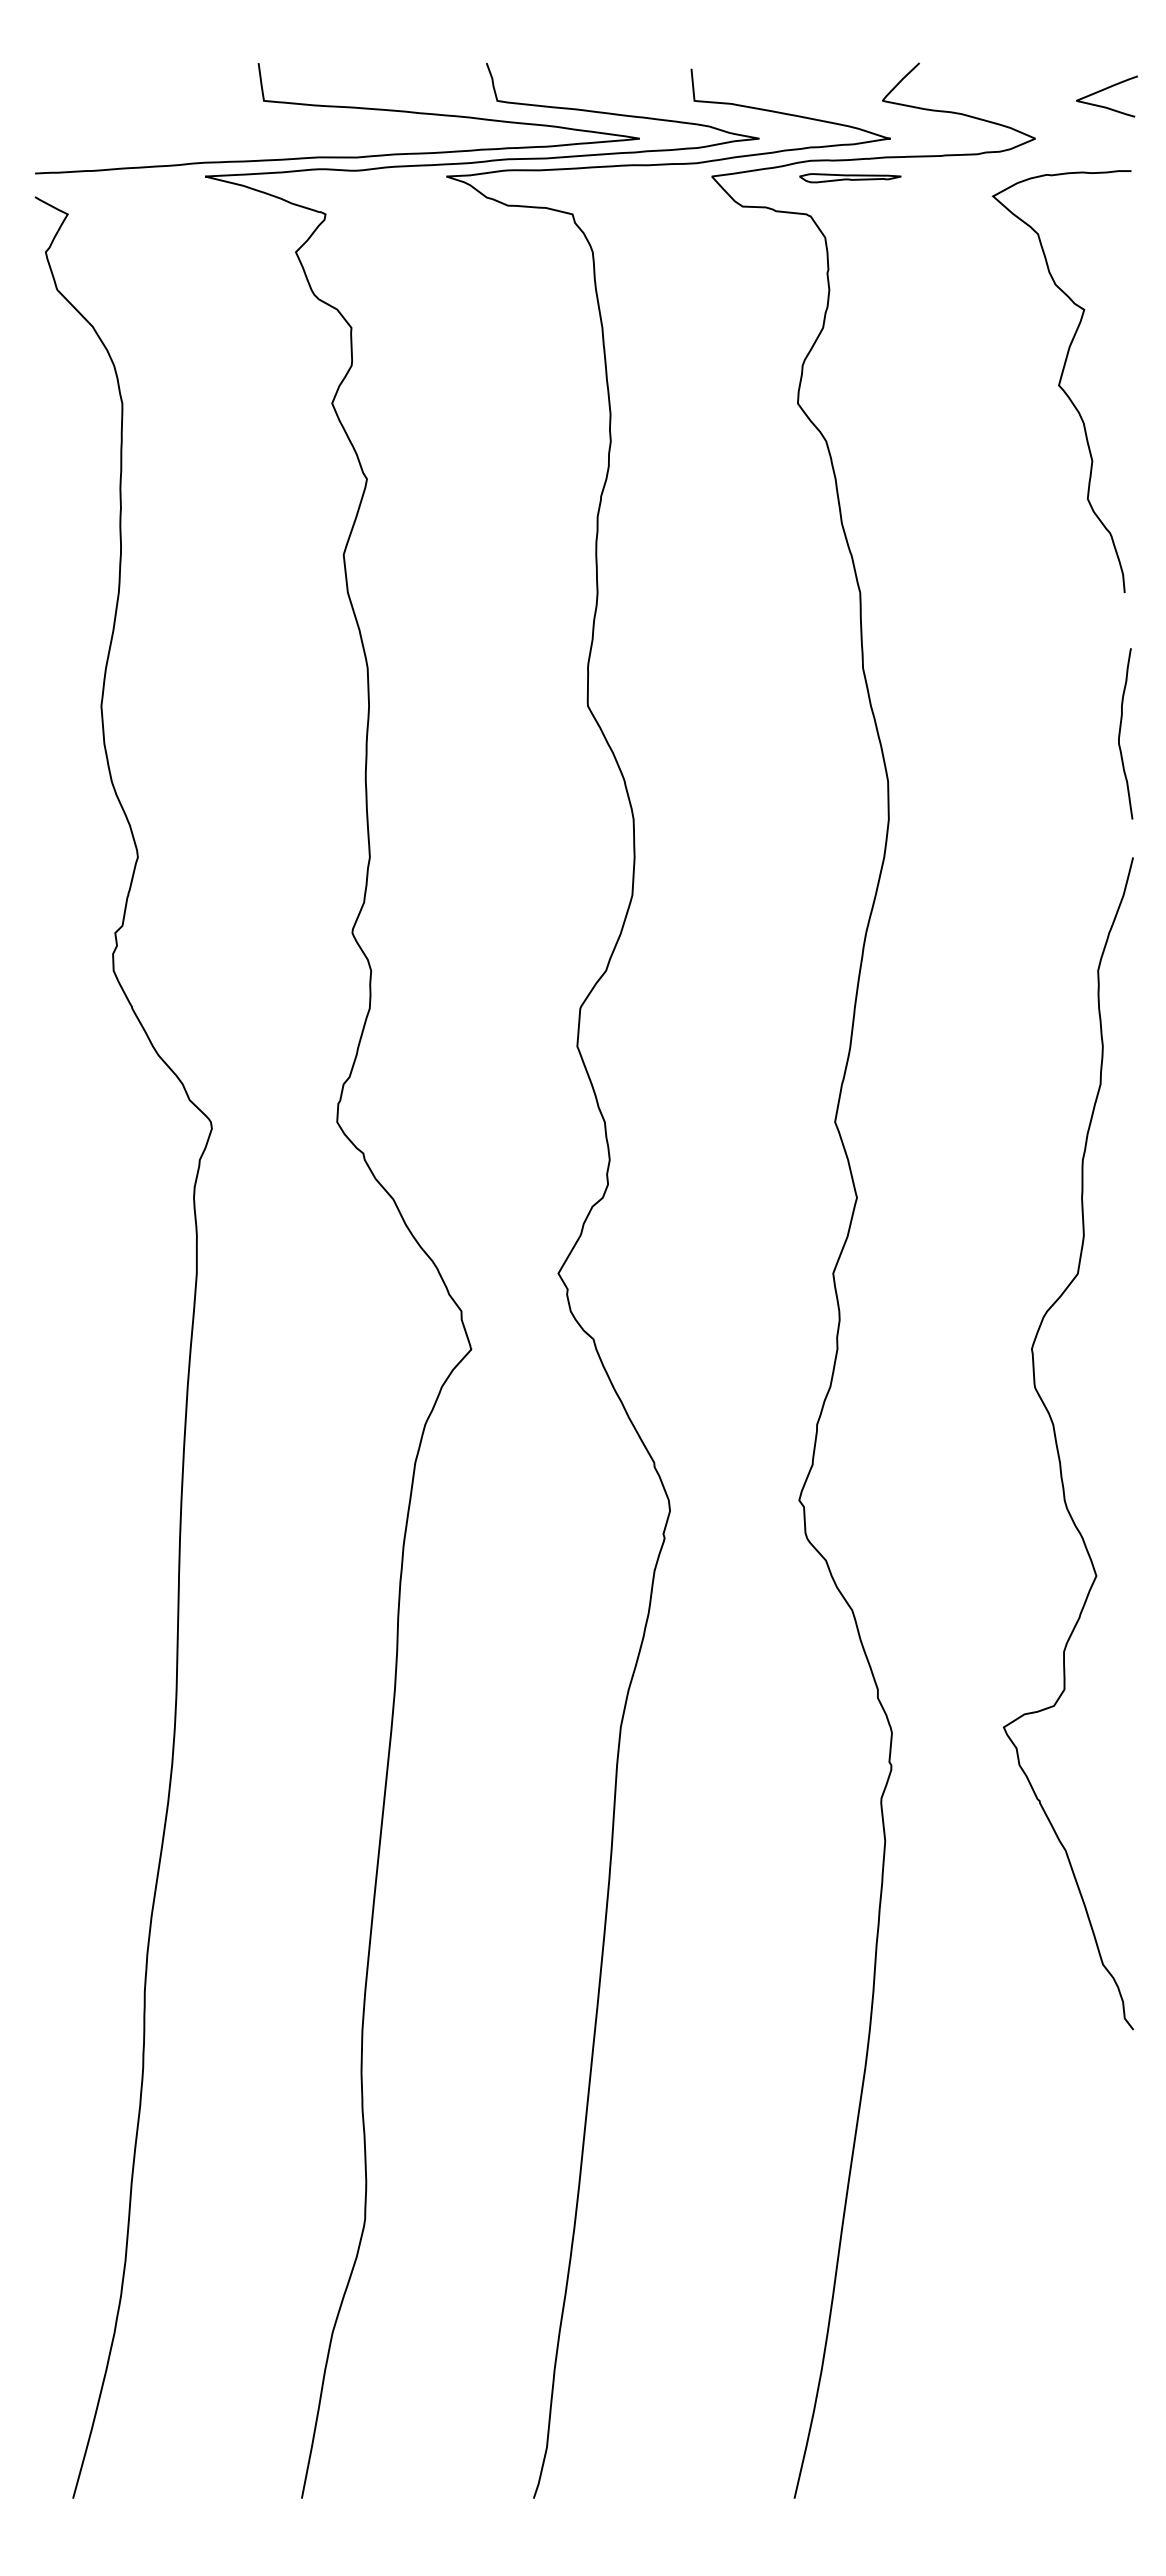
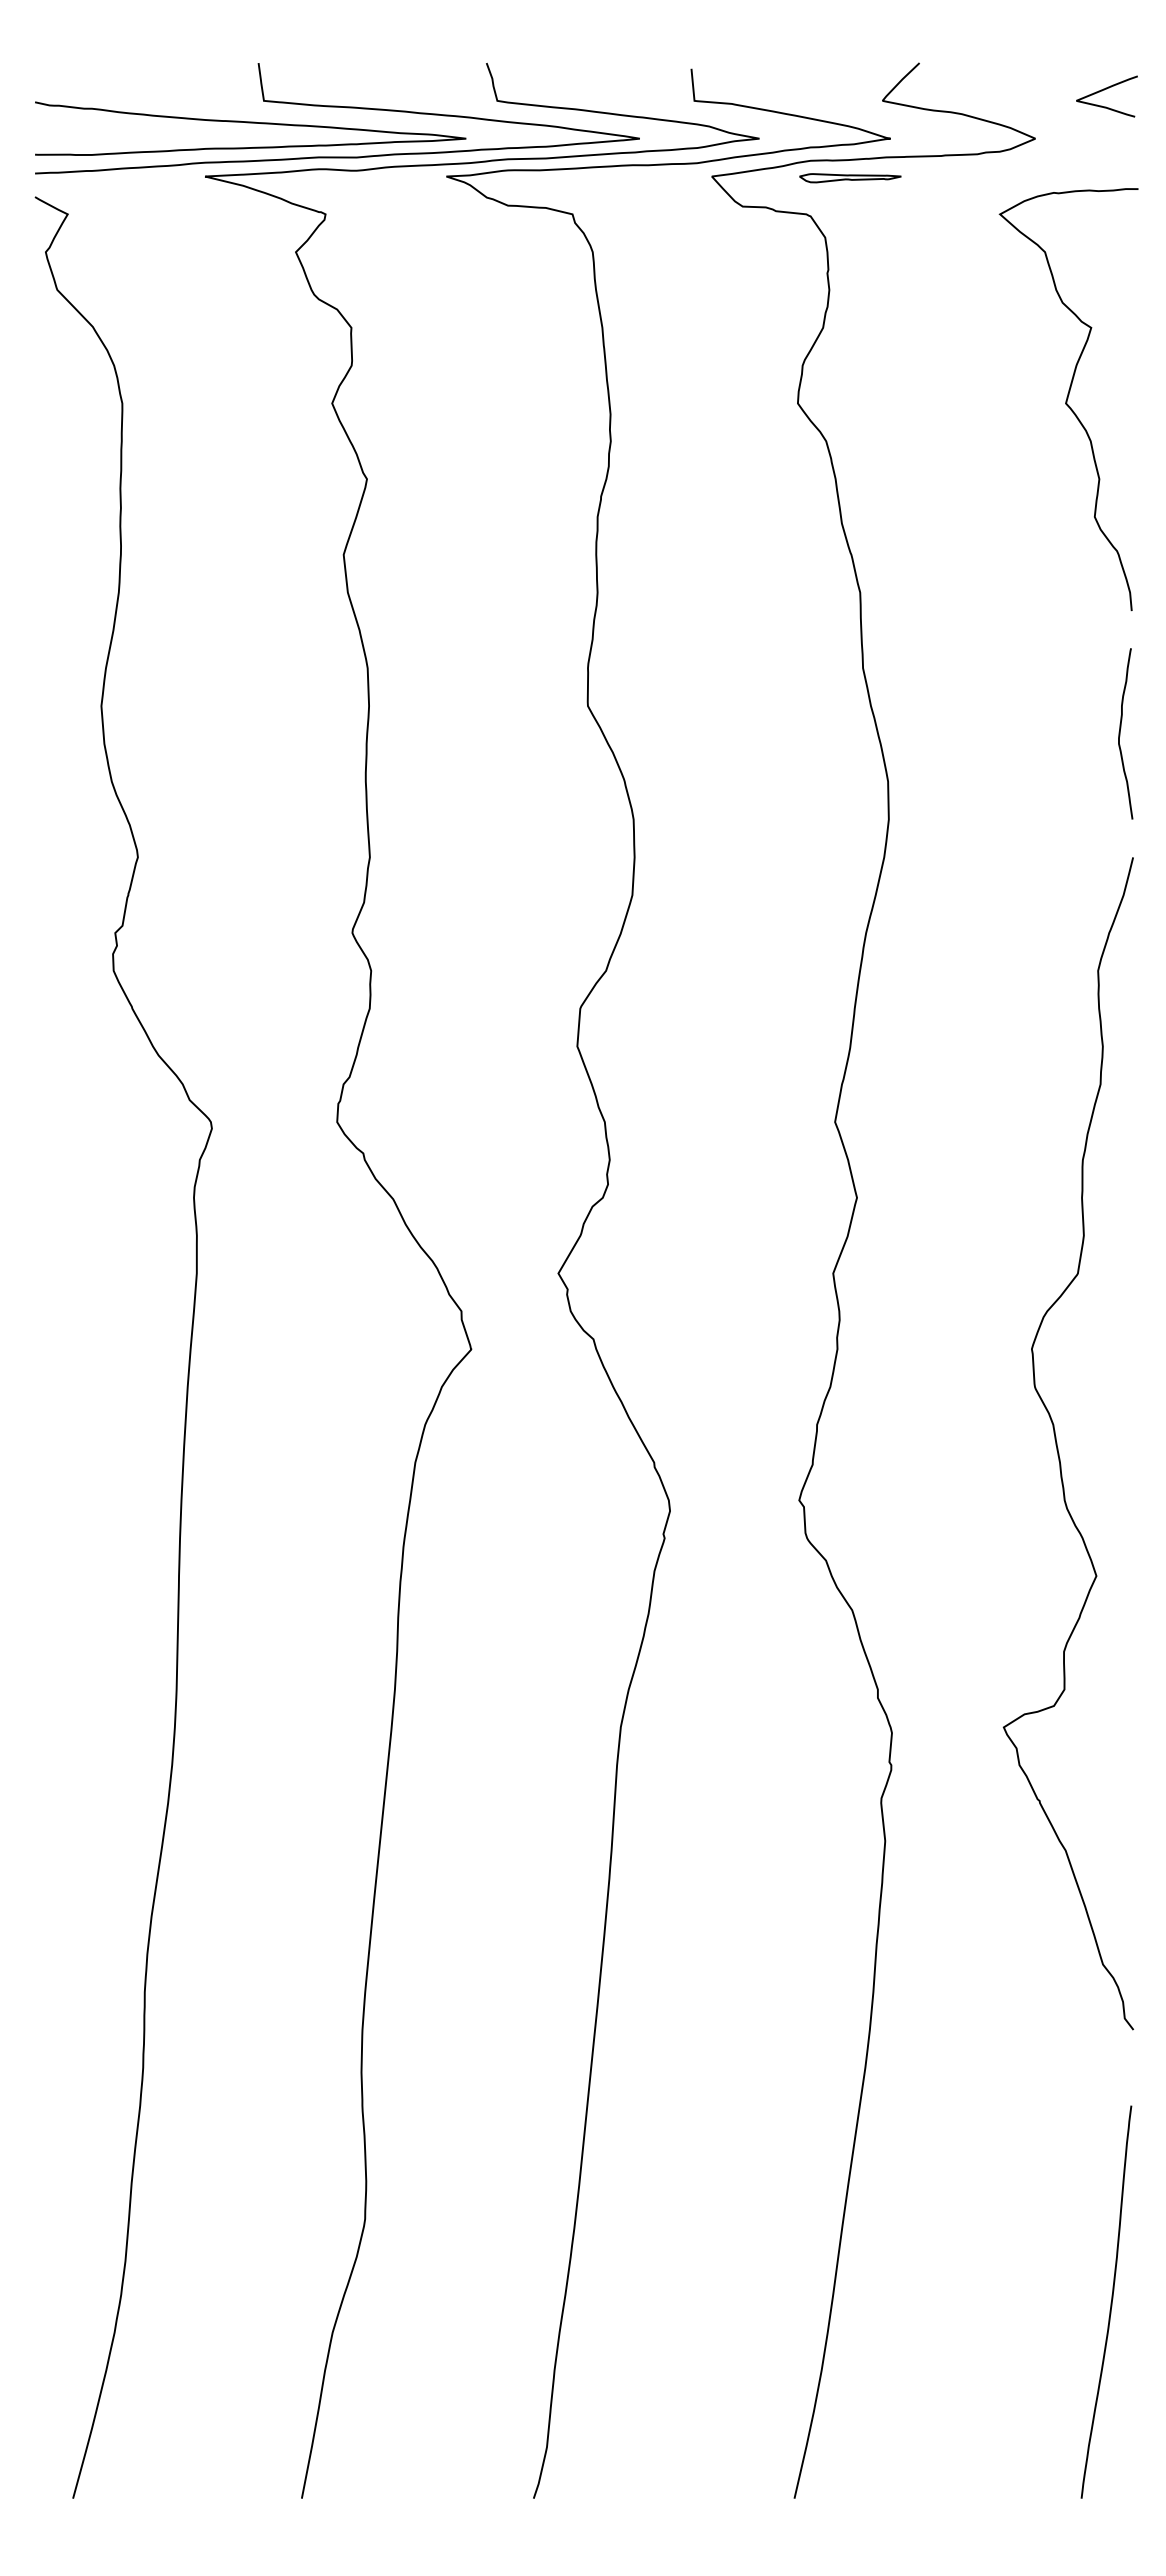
curve at (250, 123): none -> present
curve at (1061, 380) position: (1061, 380) -> (1068, 398)
curve at (1110, 2302): none -> present
